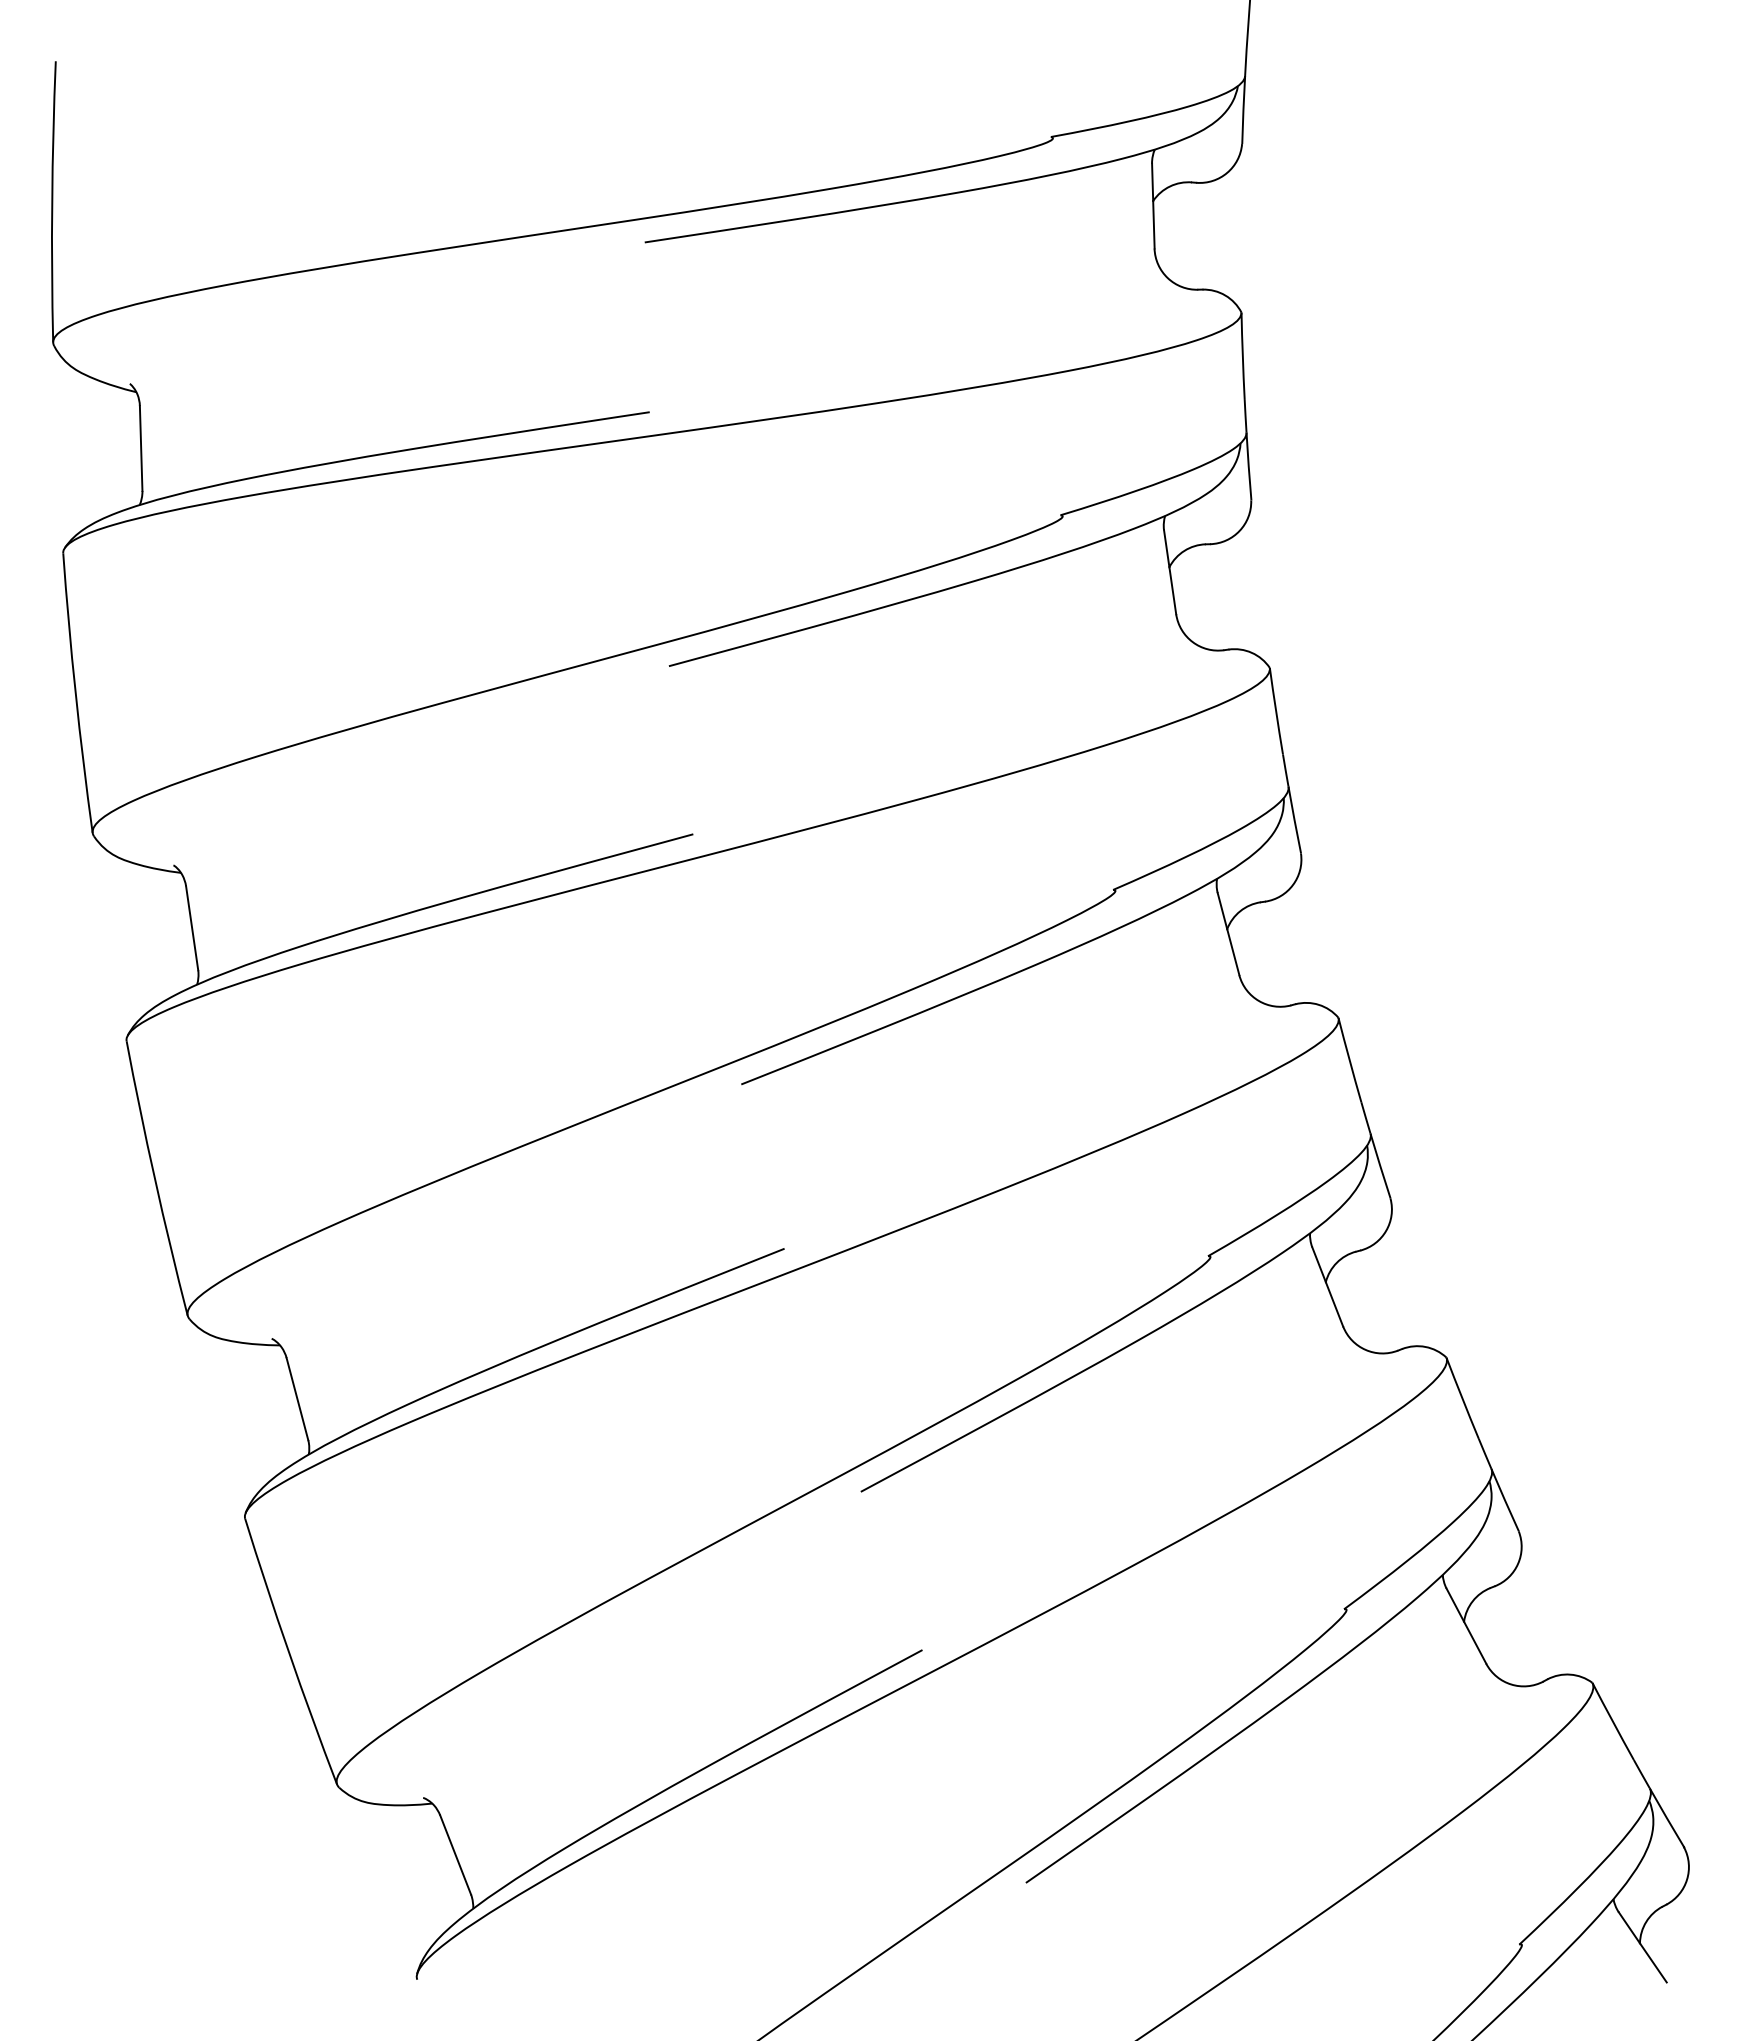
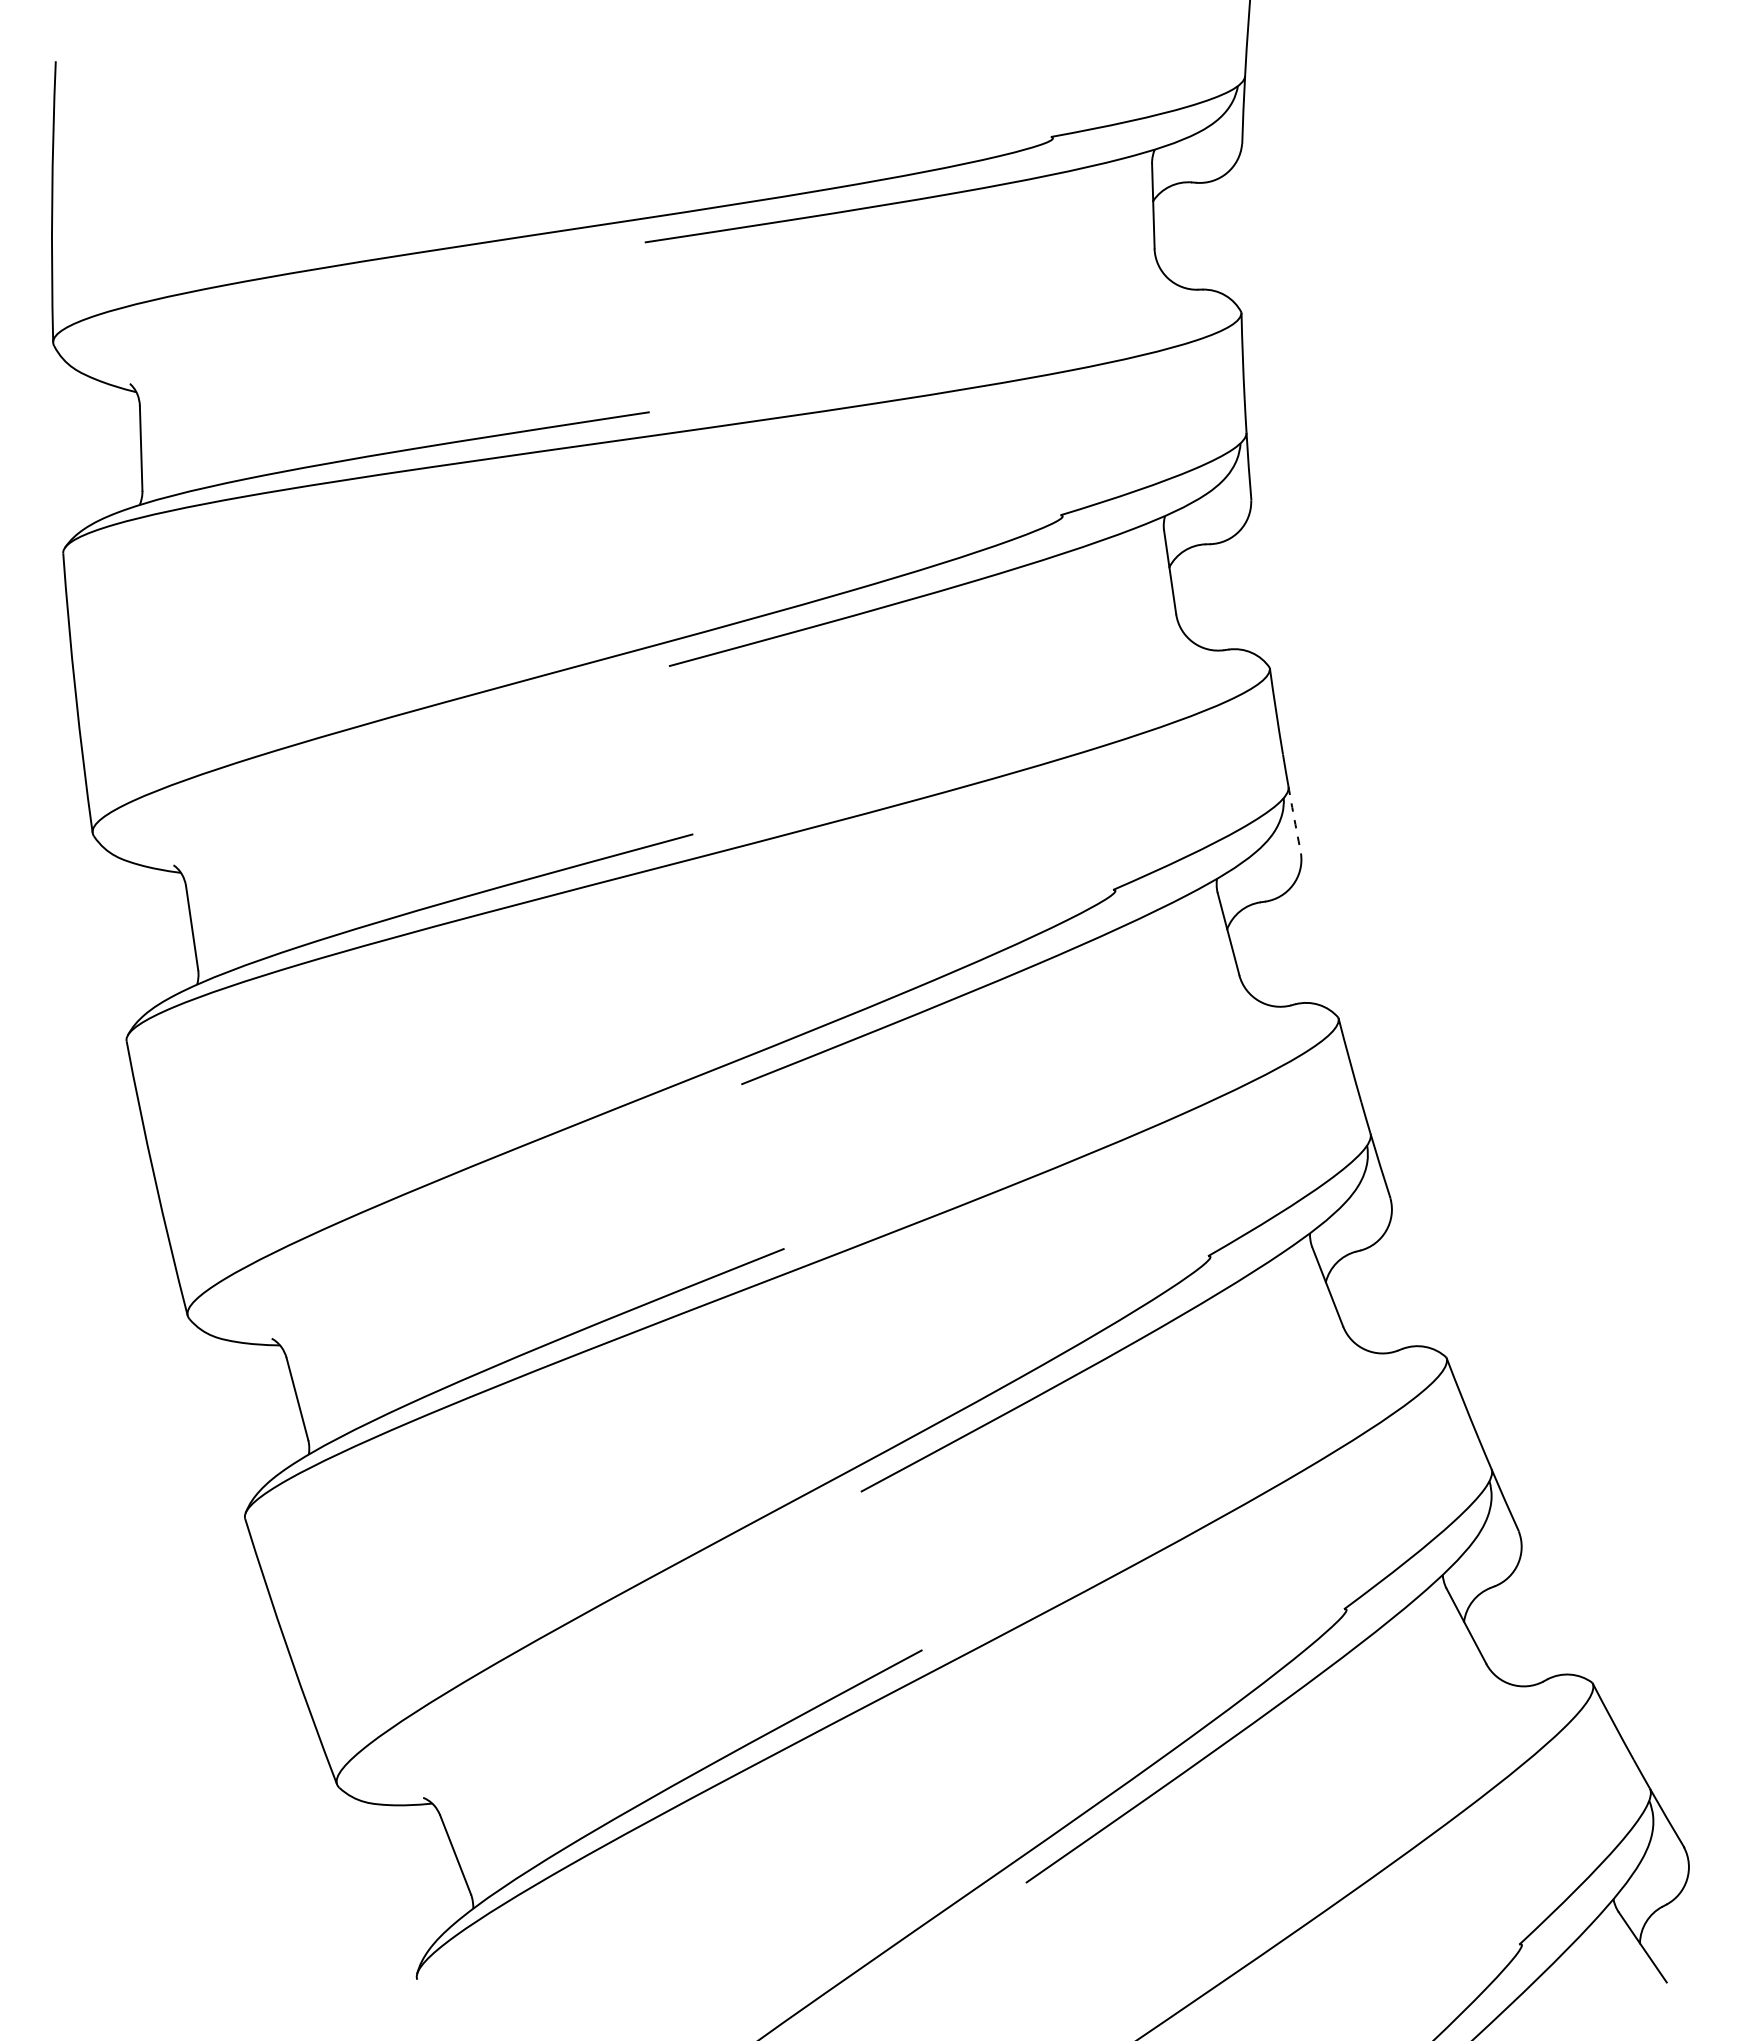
arc at (1294, 820): solid -> dashed
